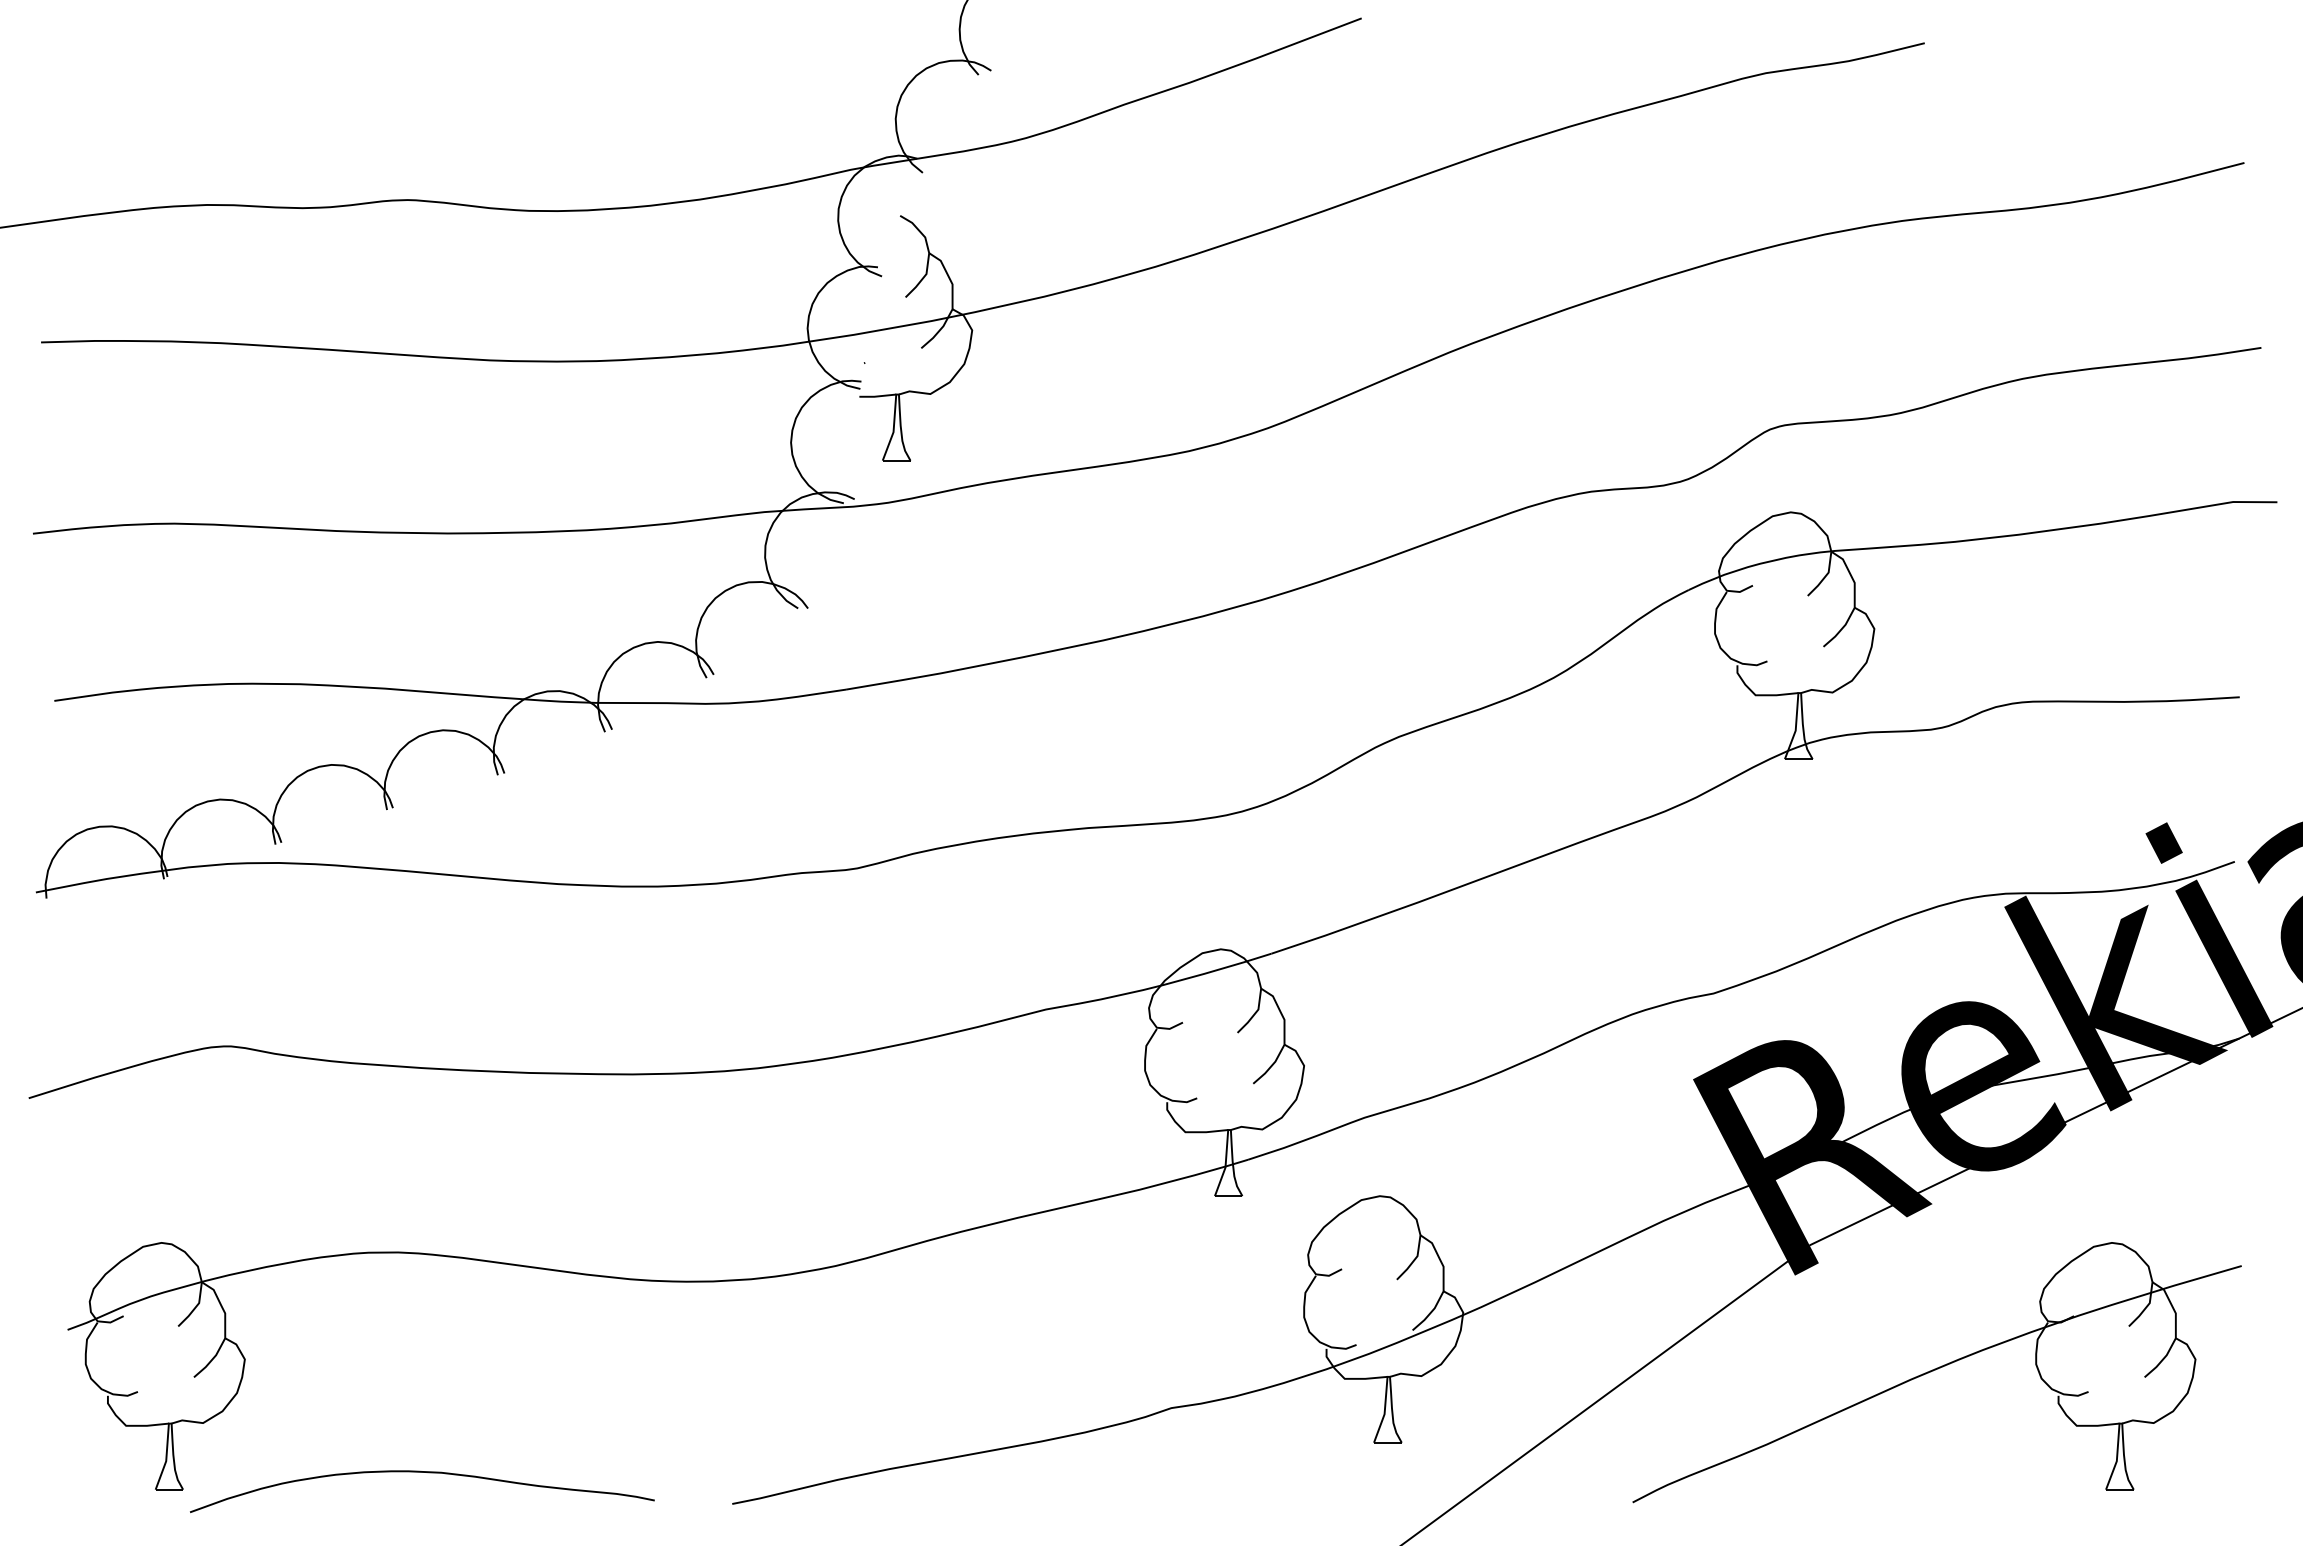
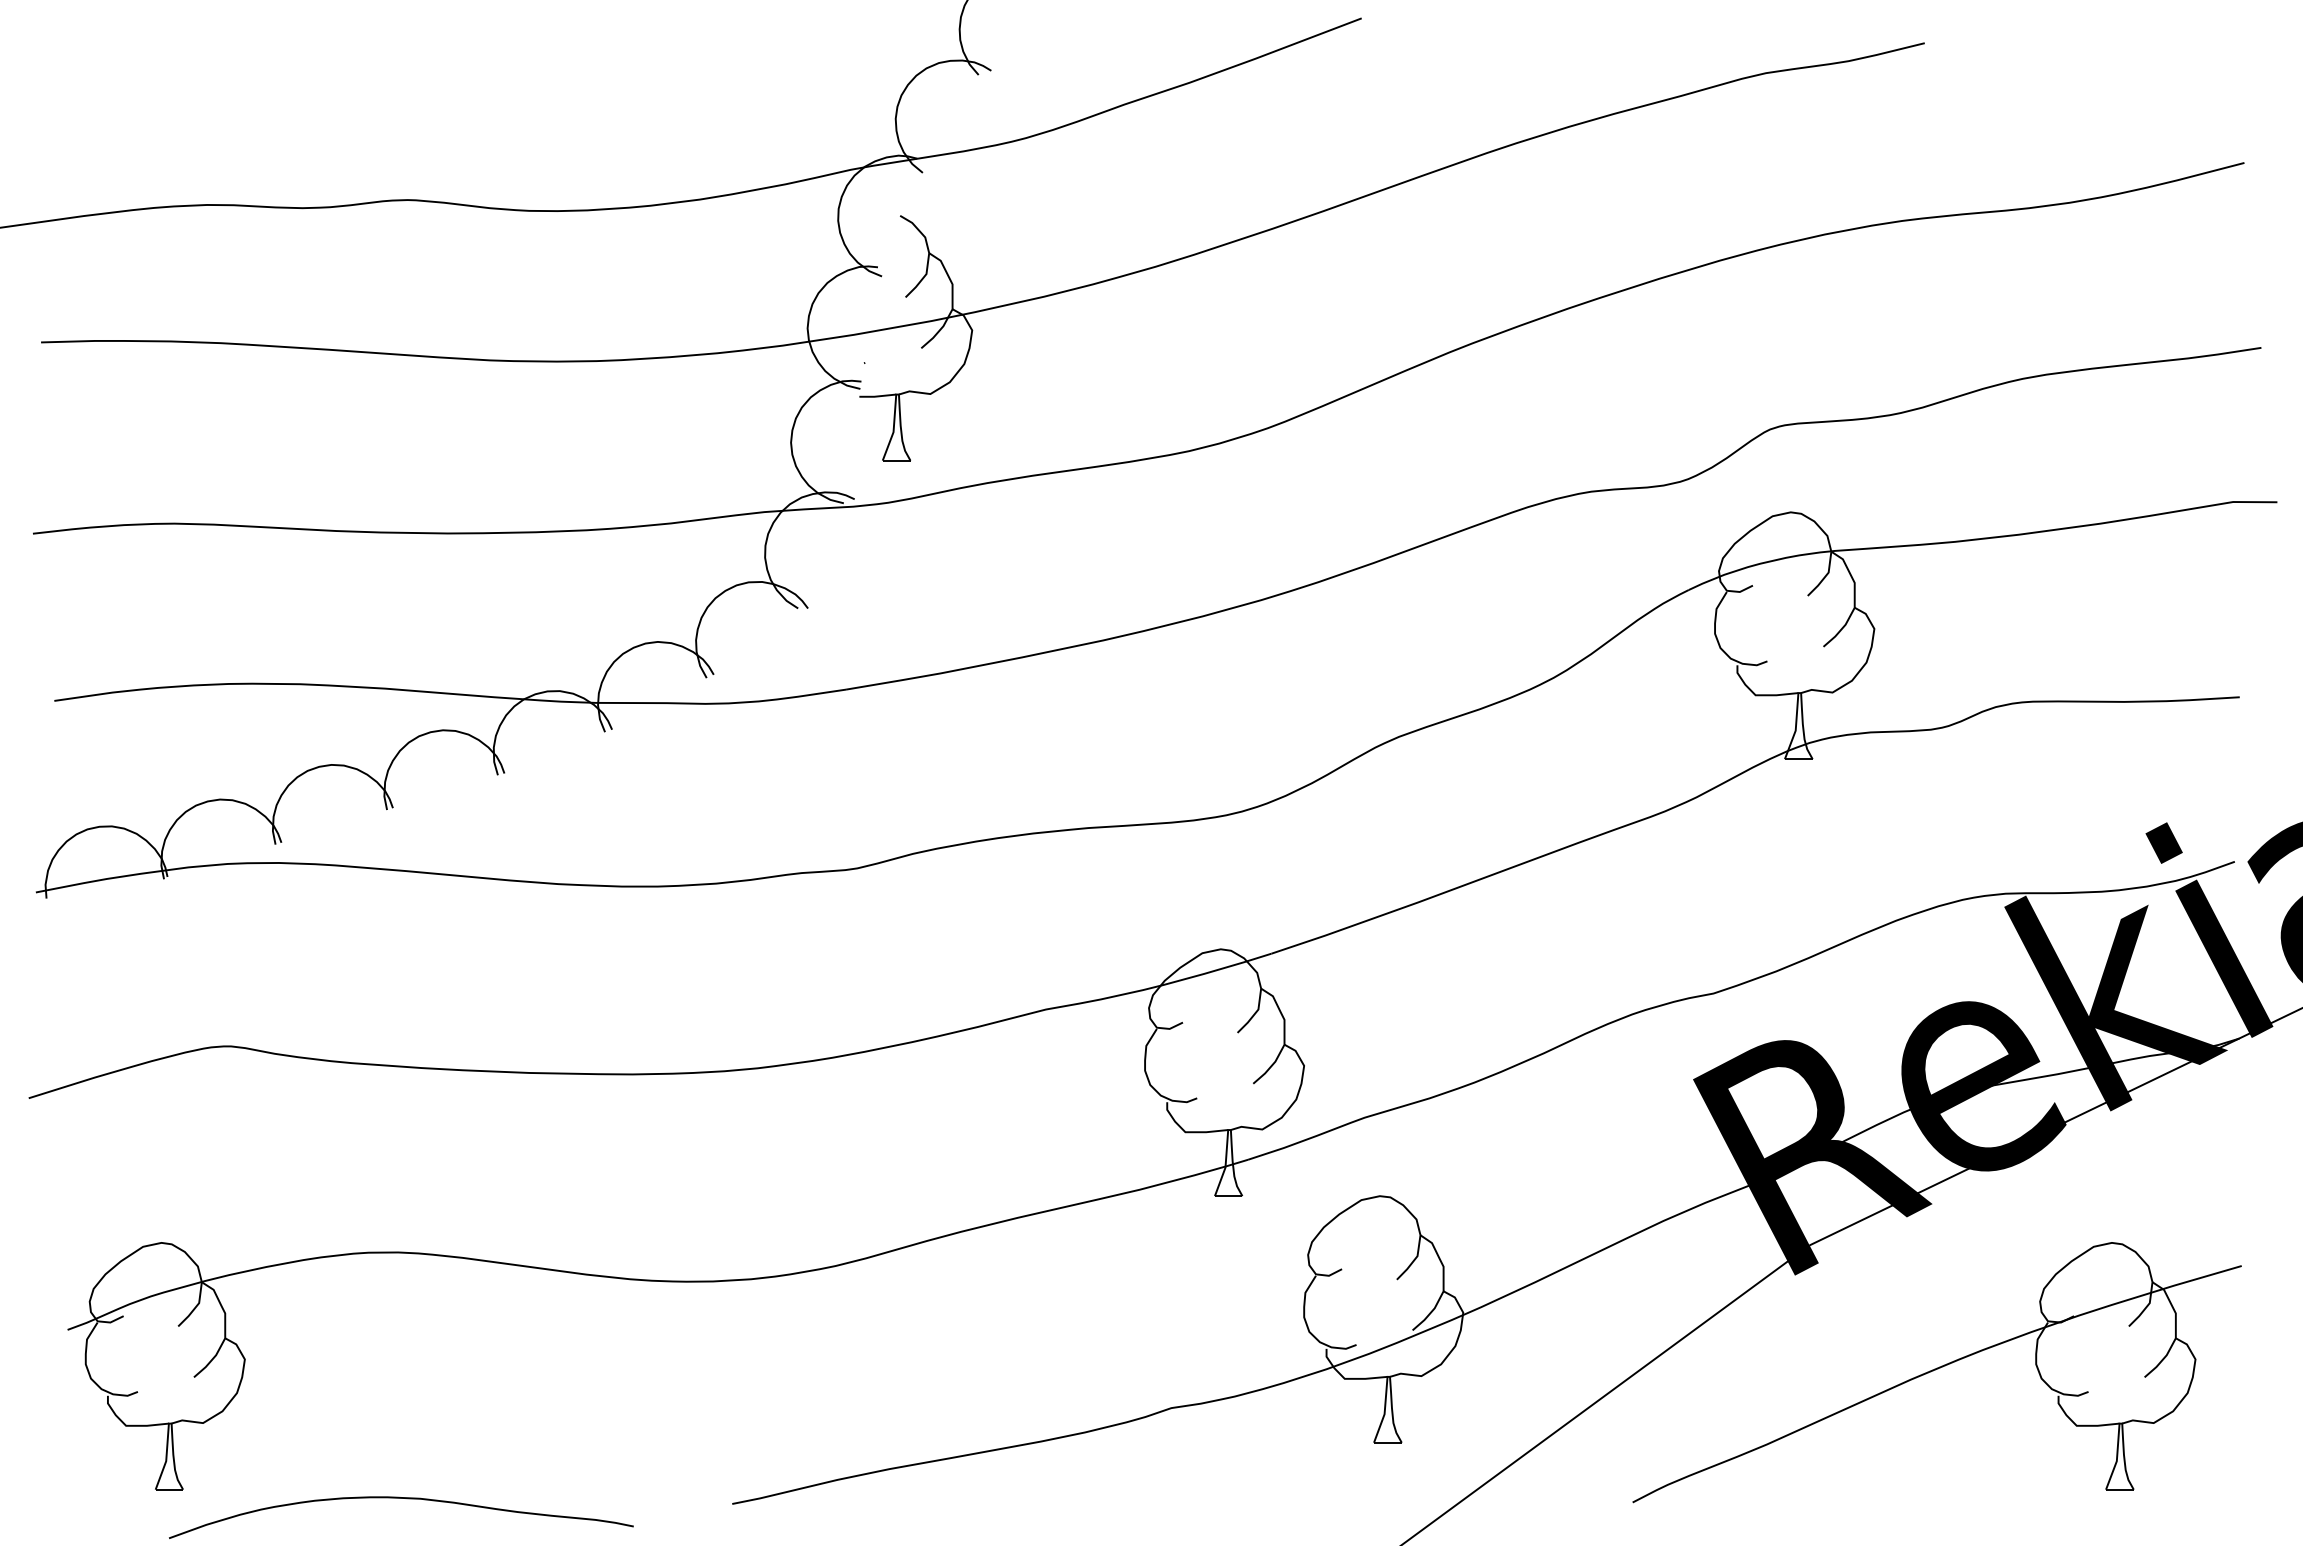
curve at (428, 1473) position: (428, 1473) -> (407, 1499)
